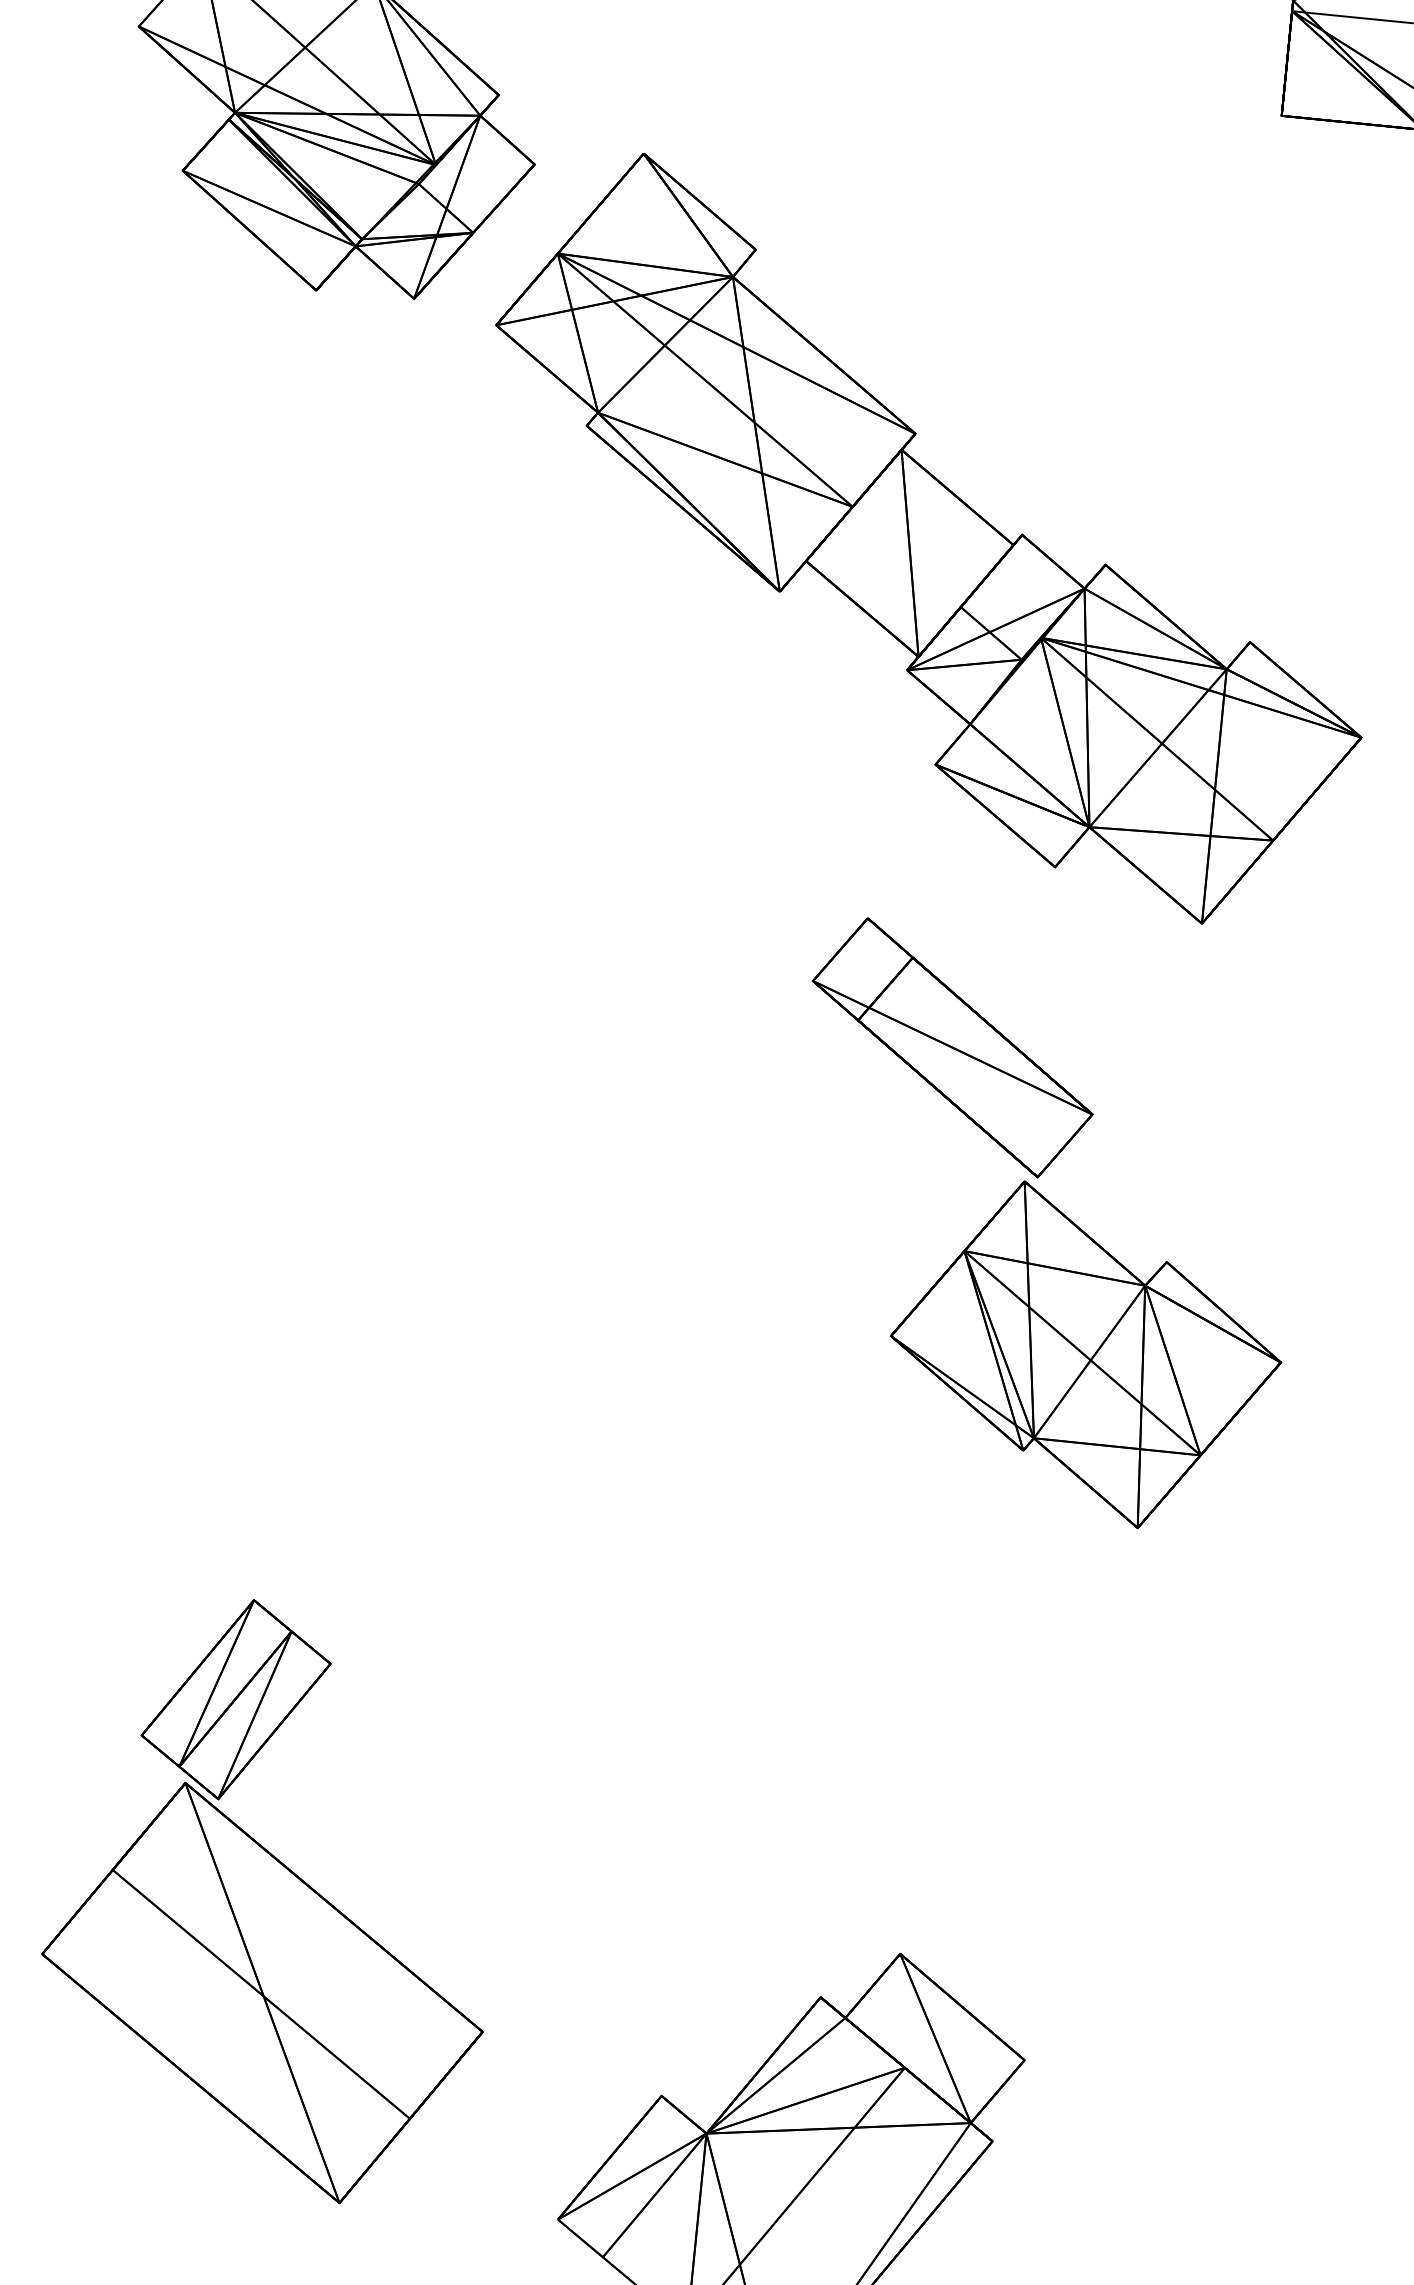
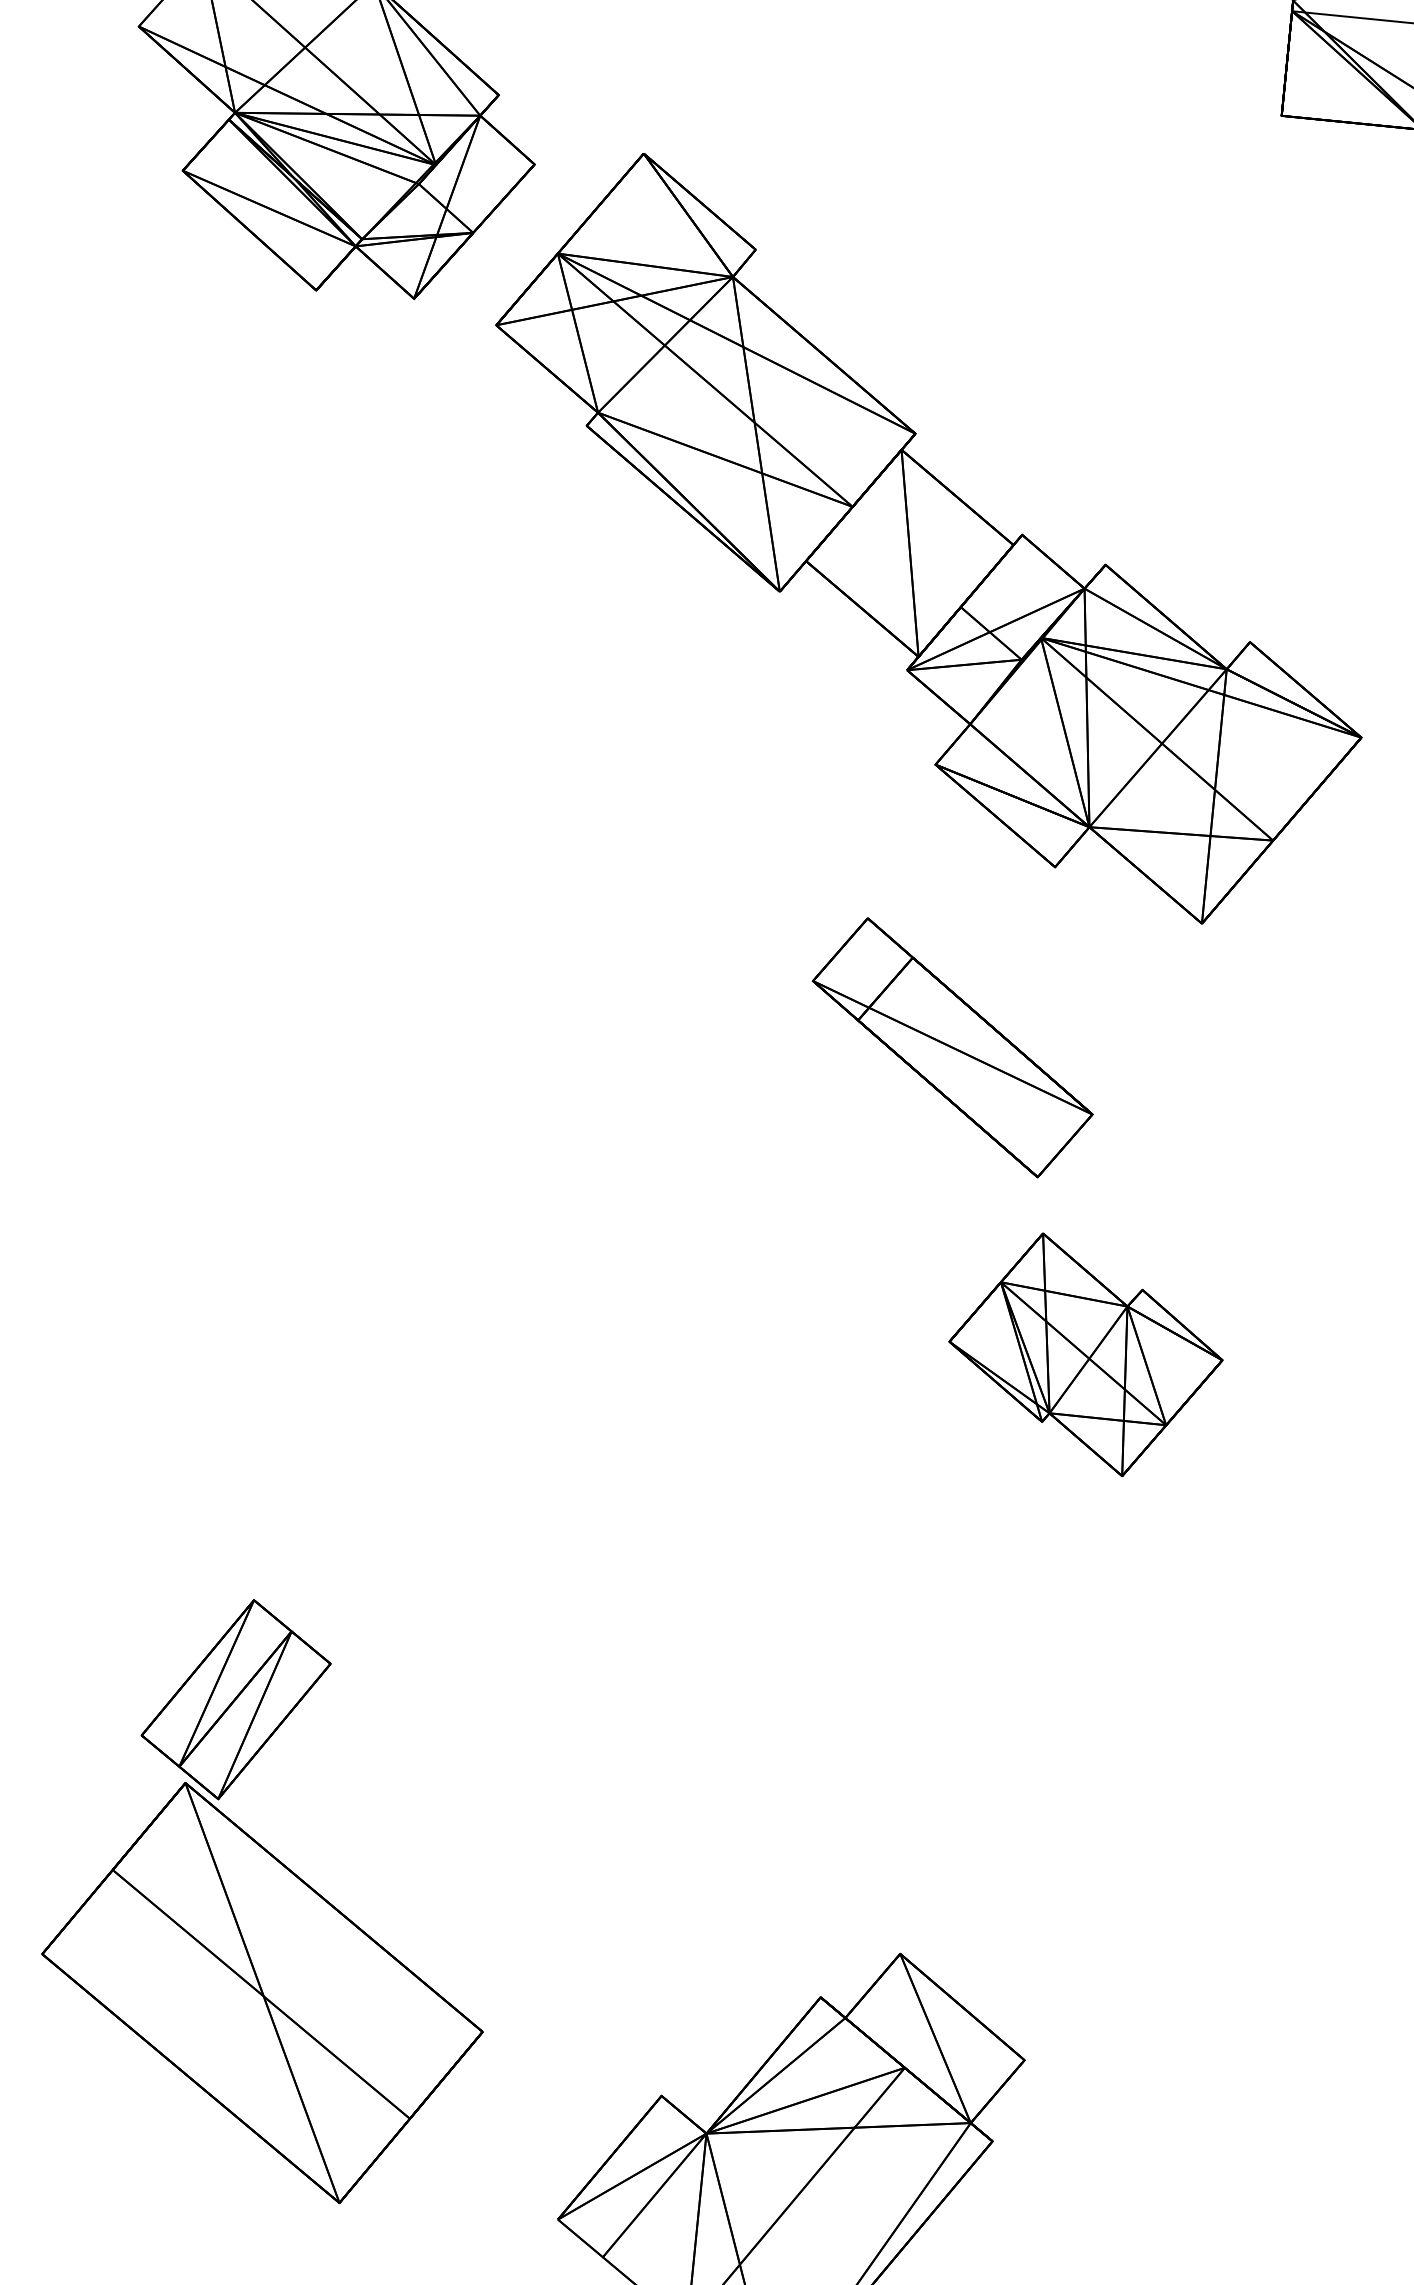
part at (1085, 1354) size: 394x350 px -> 276x246 px
